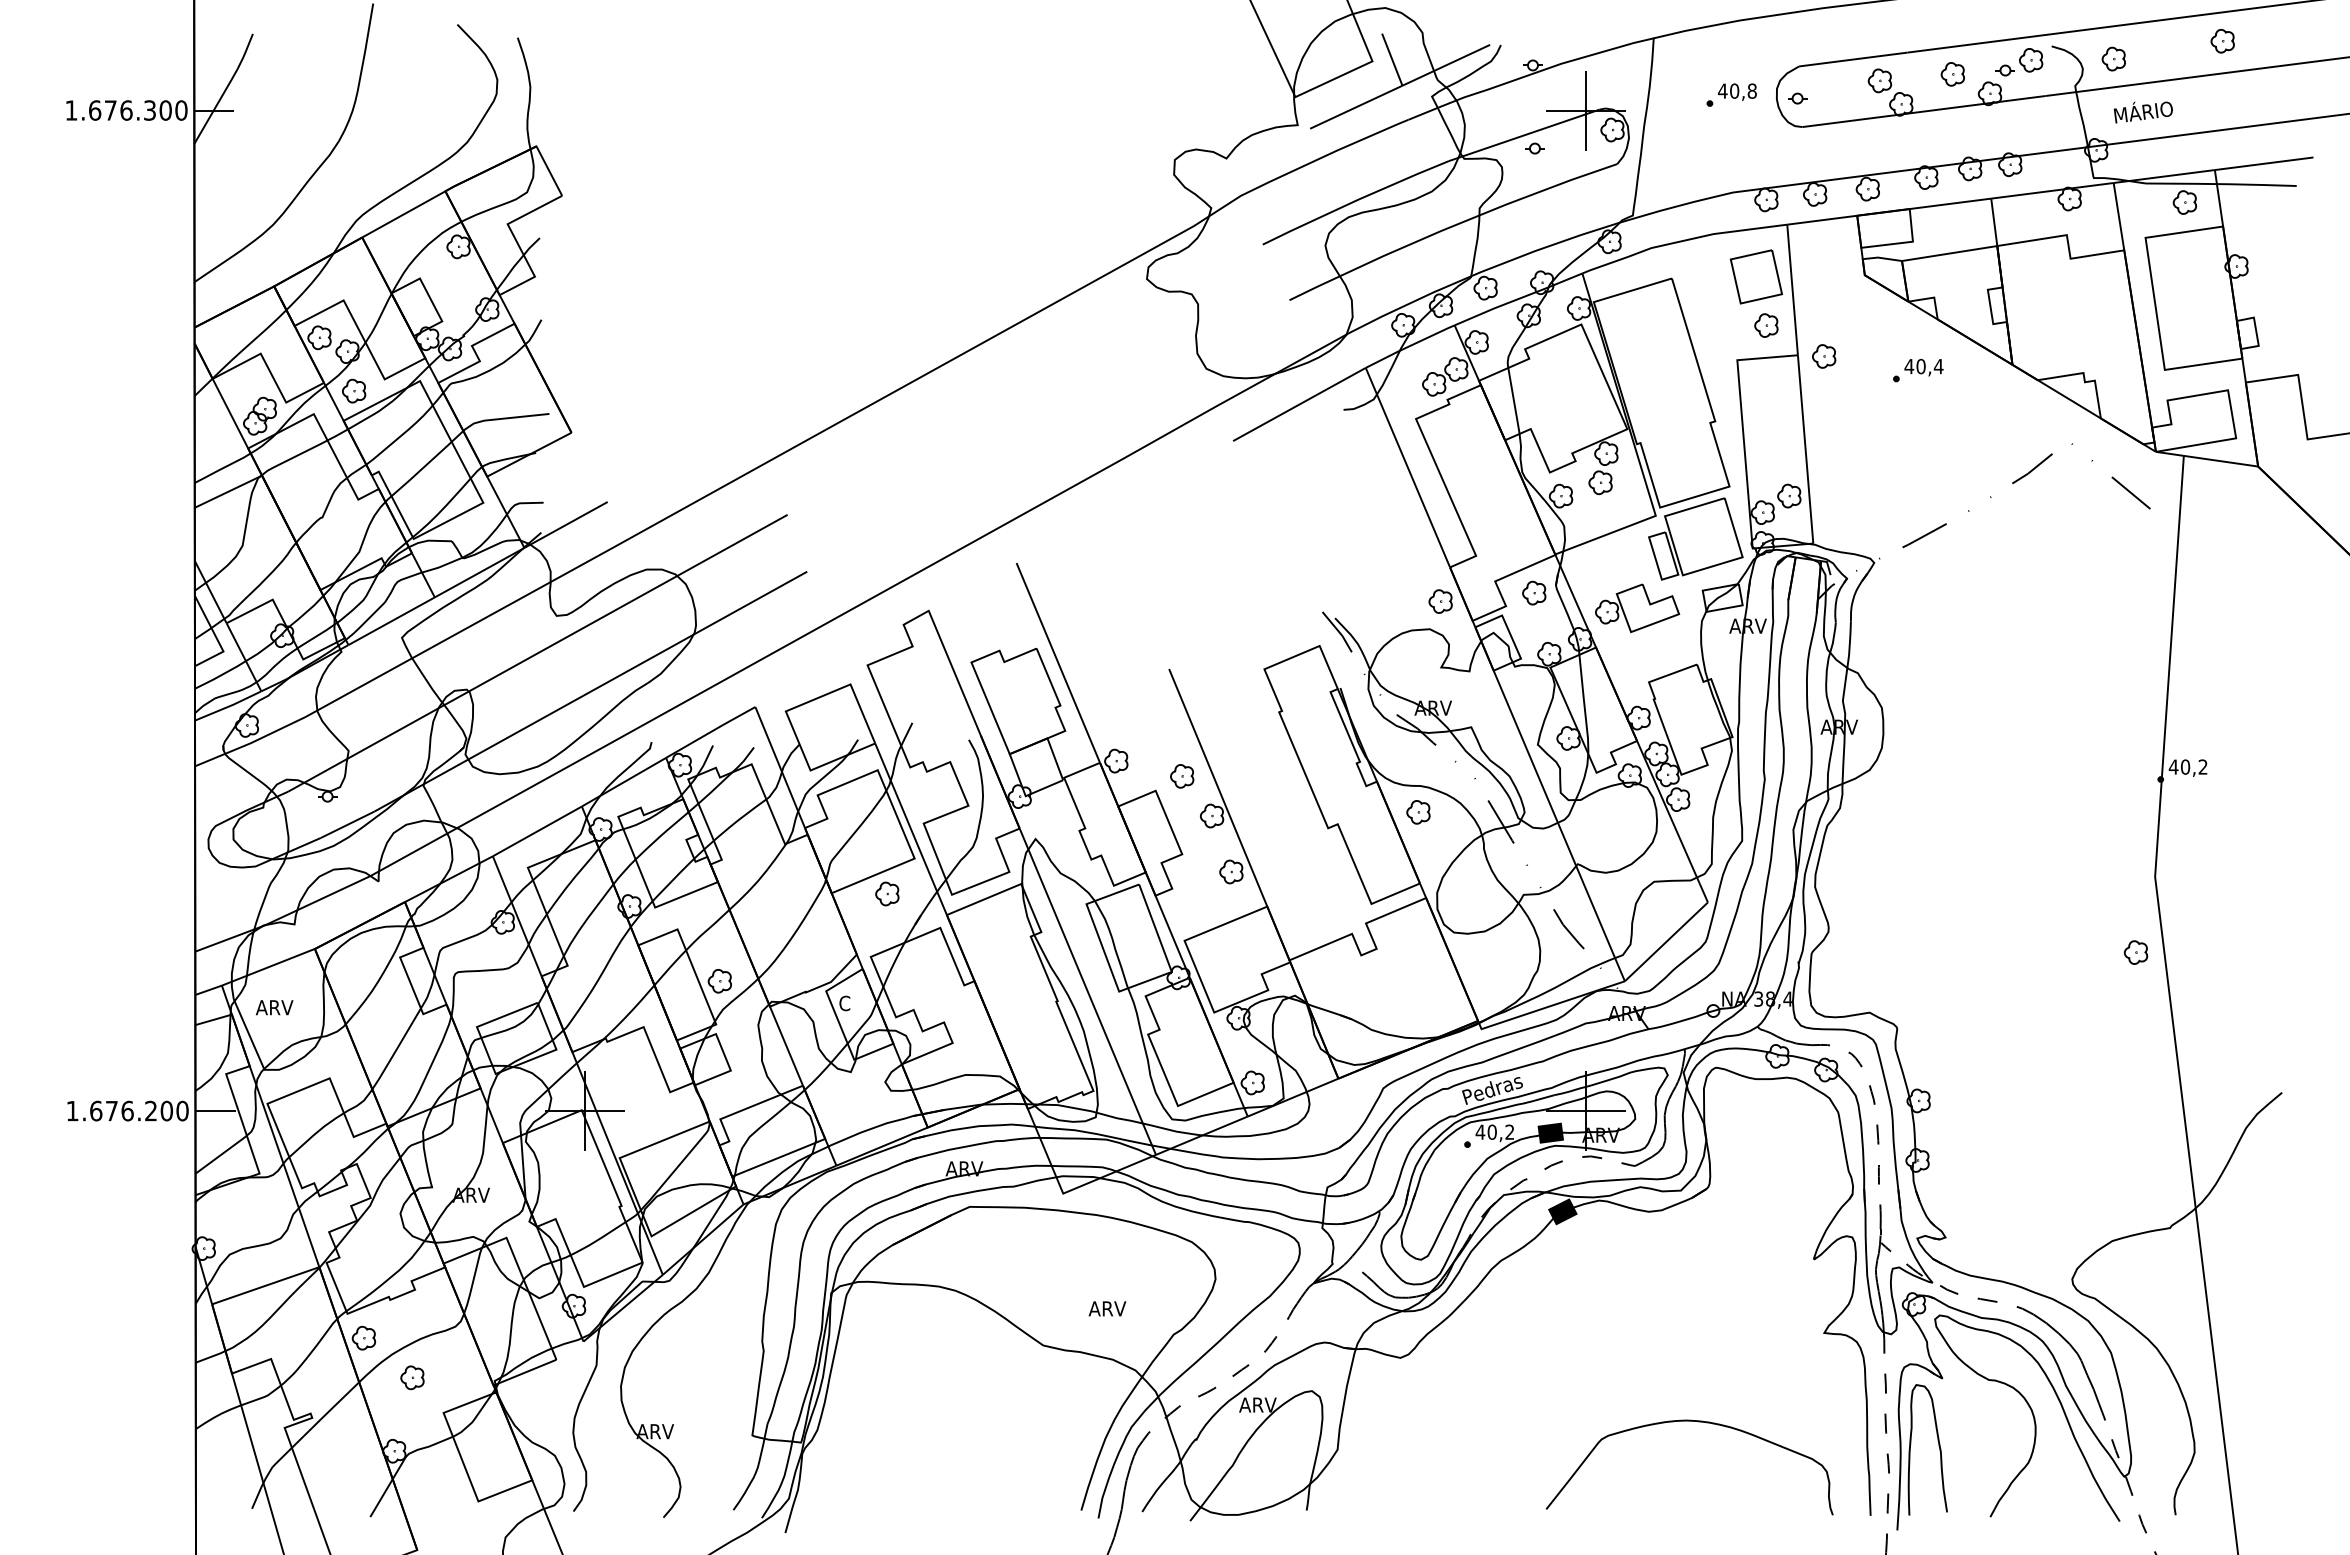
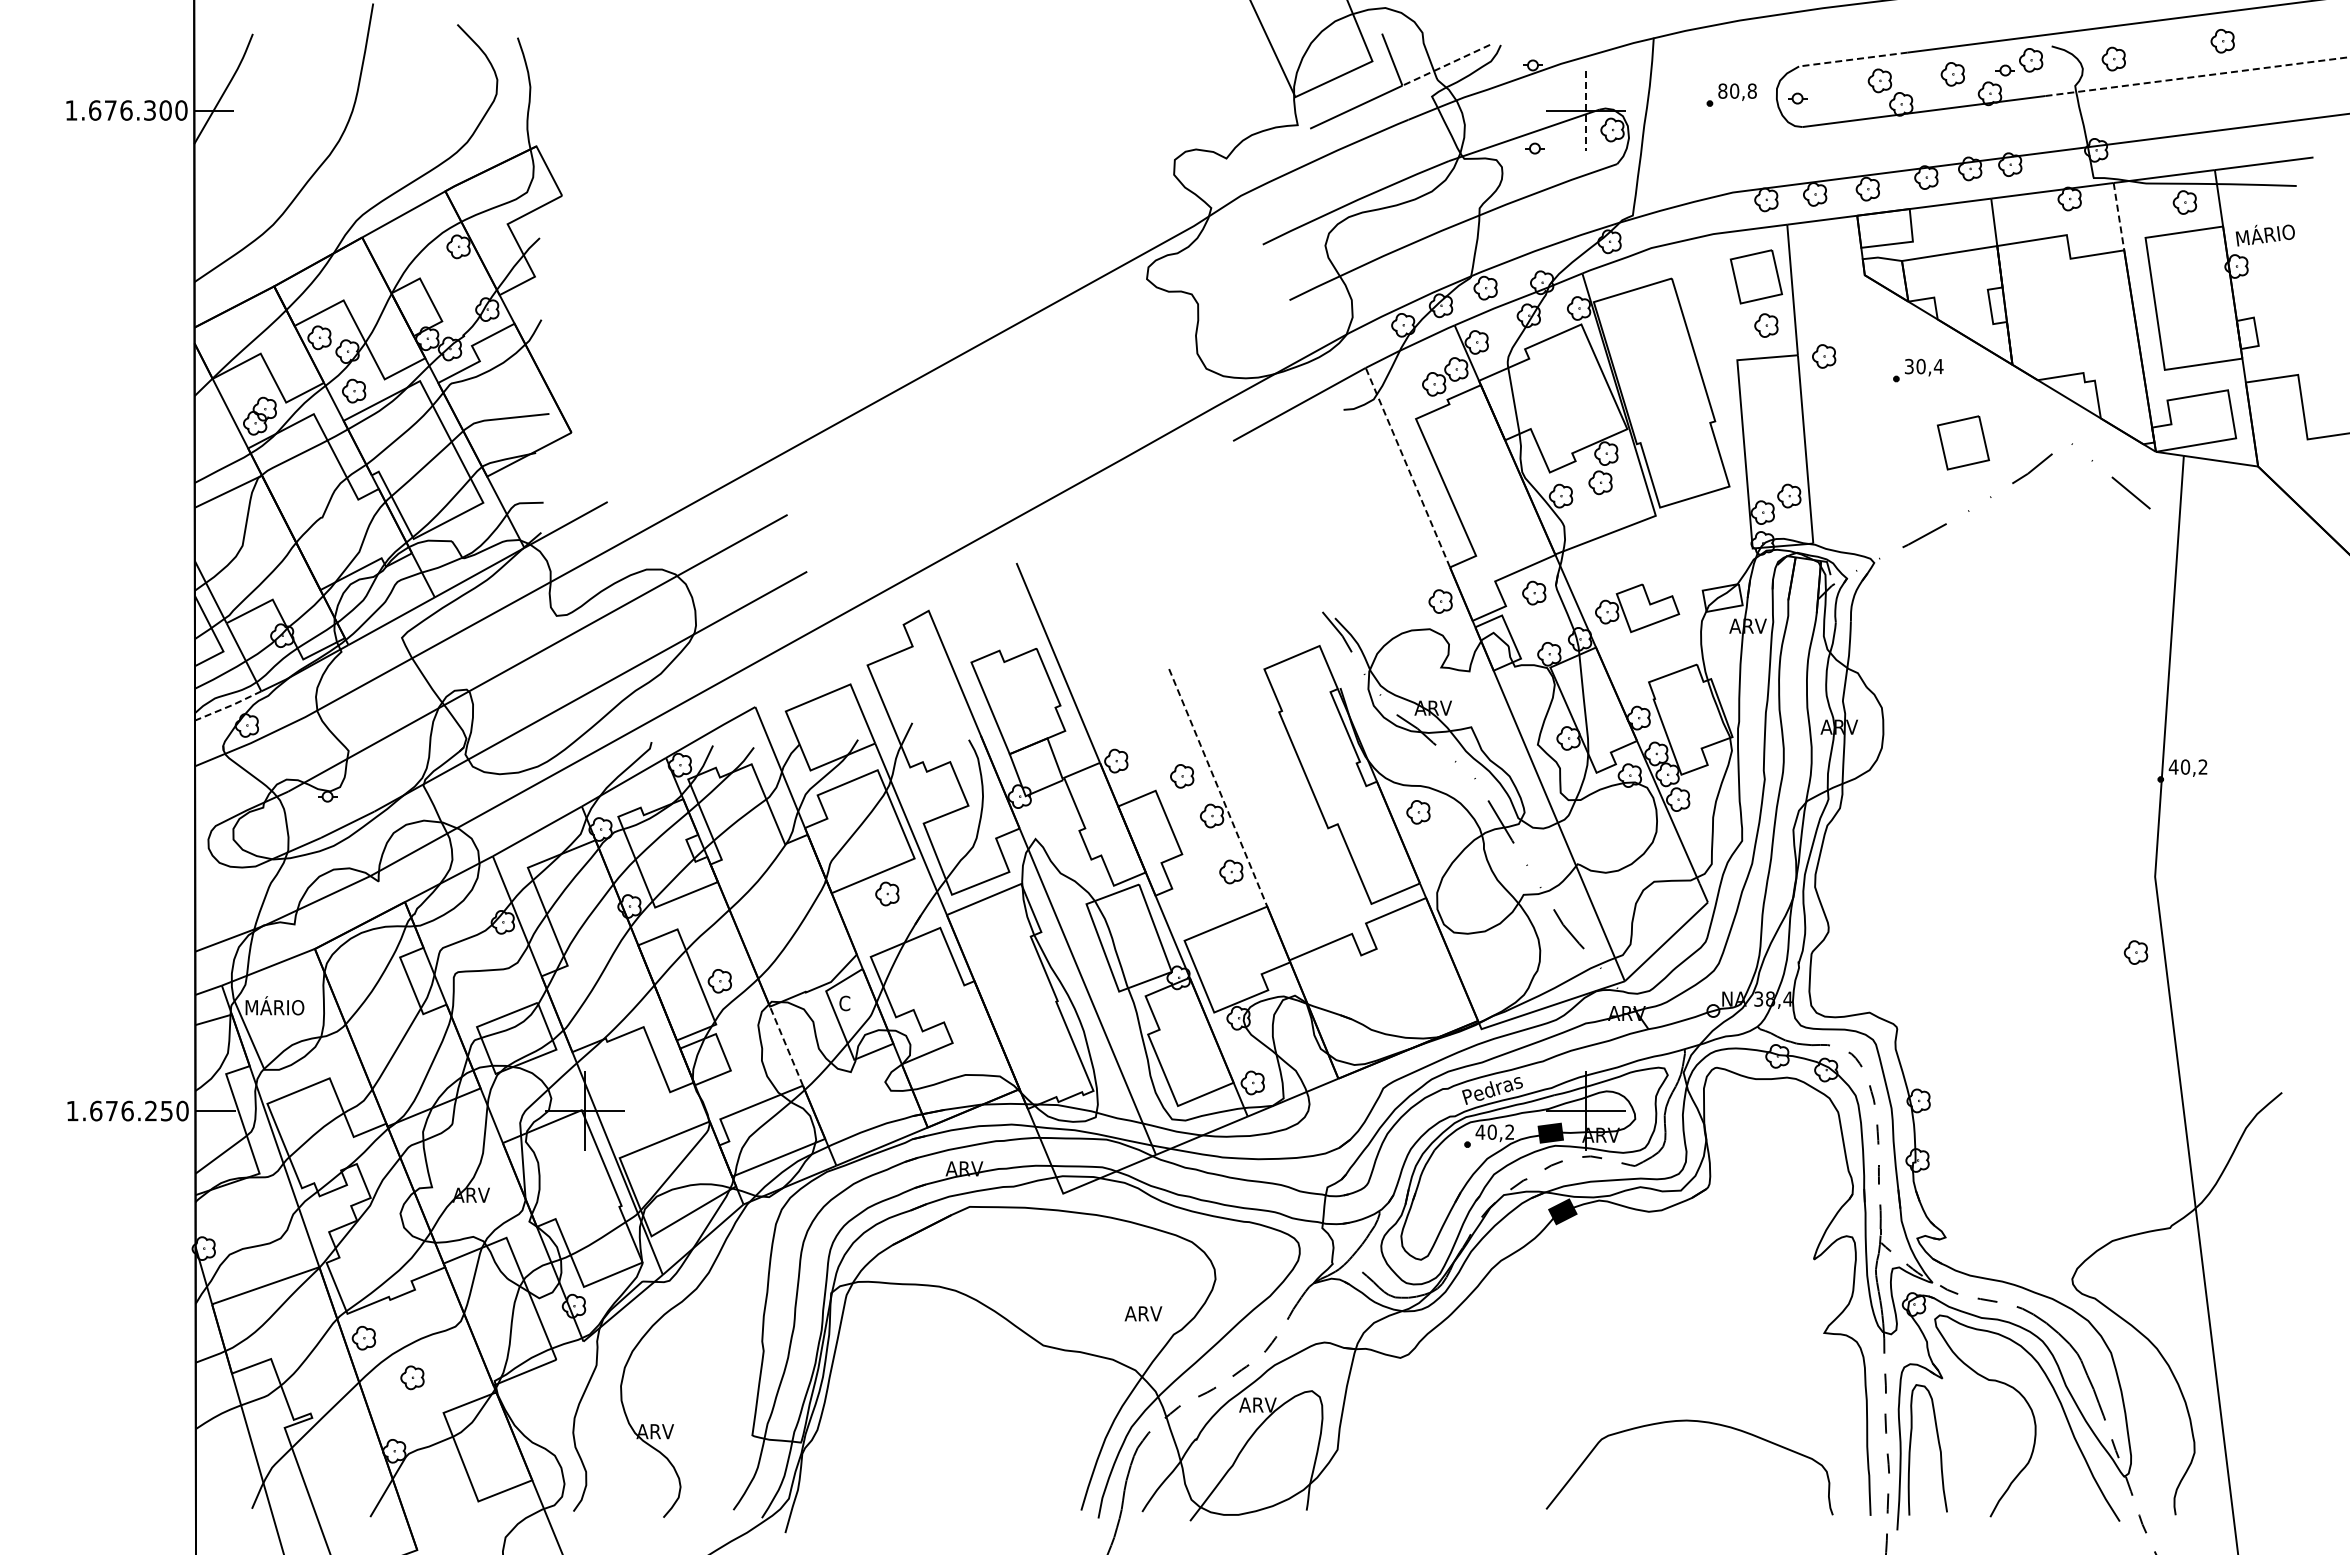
line at (1853, 59): solid -> dashed
line at (1445, 65): solid -> dashed
line at (2197, 76): solid -> dashed
text at (1722, 90): 40,8 -> 80,8
line at (1585, 111): solid -> dashed
text at (2142, 112) position: (2142, 112) -> (2264, 235)
line at (2119, 217): solid -> dashed
text at (1909, 366): 40,4 -> 30,4
part at (1962, 442): none -> present
line at (1407, 467): solid -> dashed
part at (1695, 538): present -> none
line at (228, 706): solid -> dashed
line at (1218, 787): solid -> dashed
text at (274, 1005): ARV -> MÁRIO
line at (786, 1046): solid -> dashed
text at (166, 1110): 1.676.200 -> 1.676.250
text at (1107, 1308) position: (1107, 1308) -> (1143, 1313)
